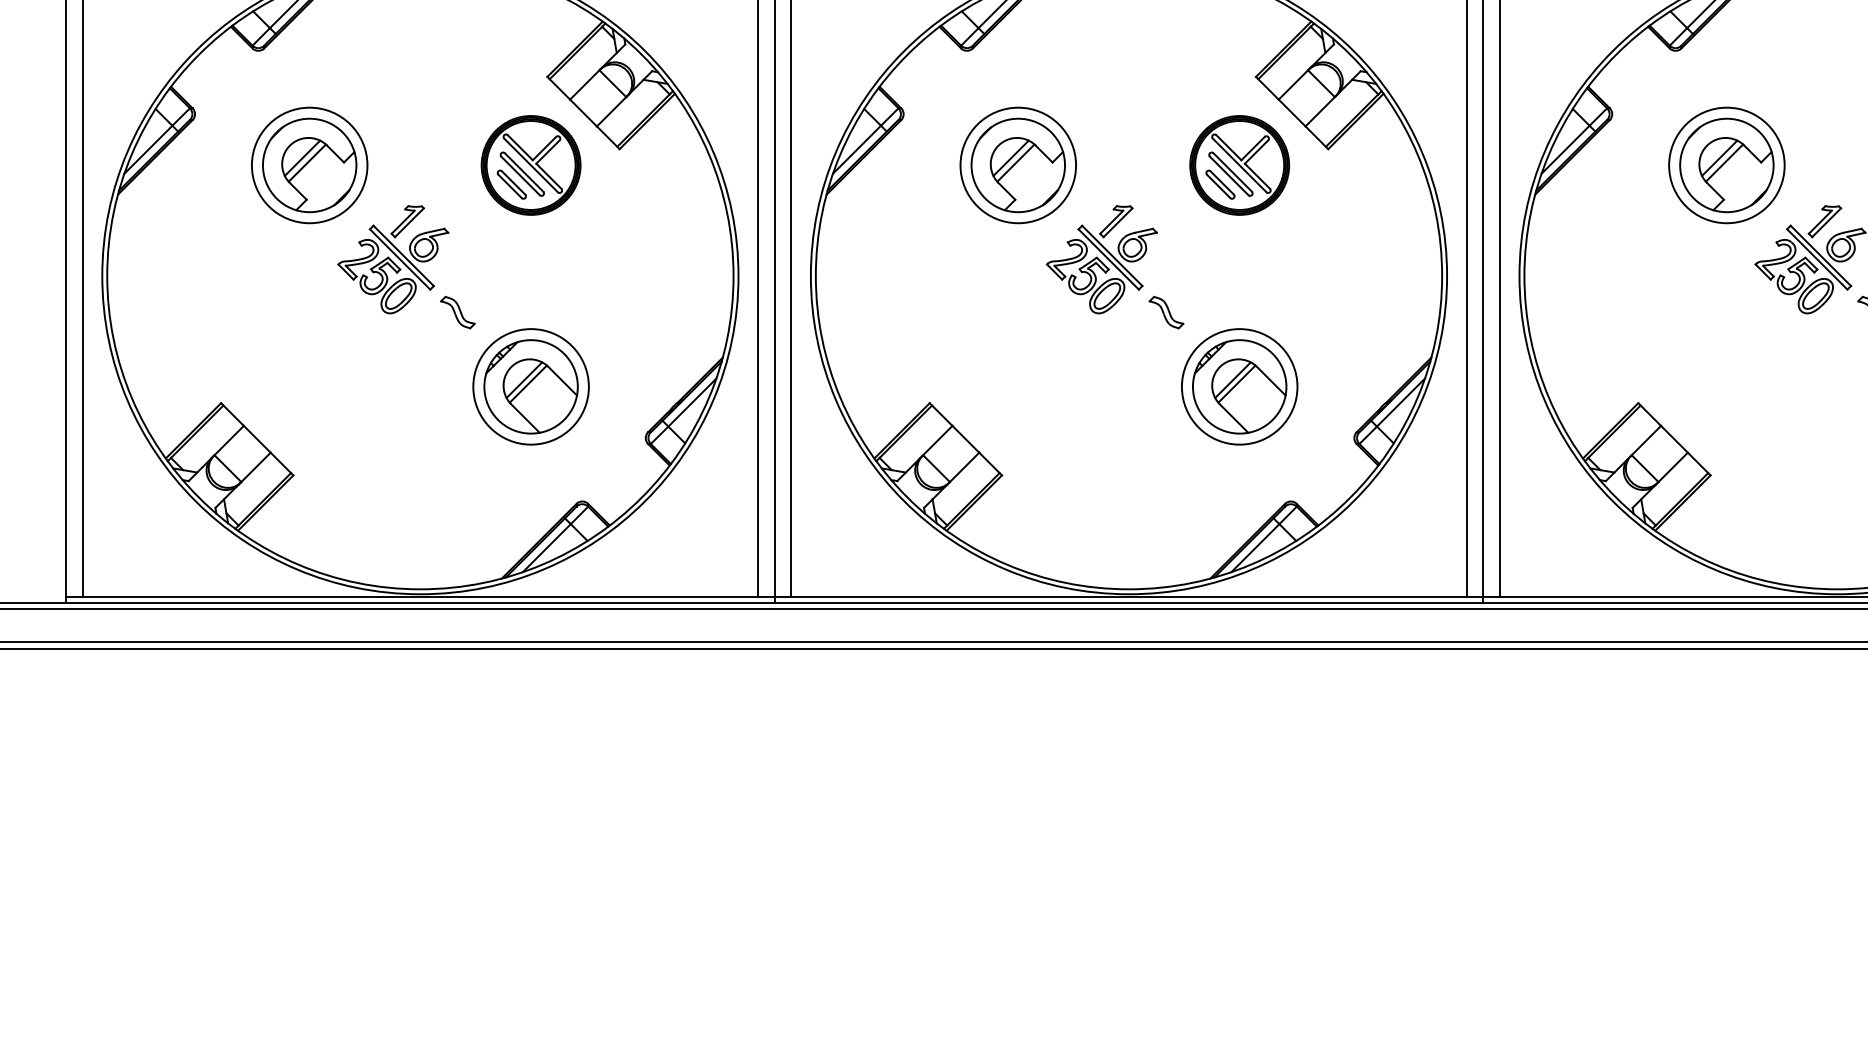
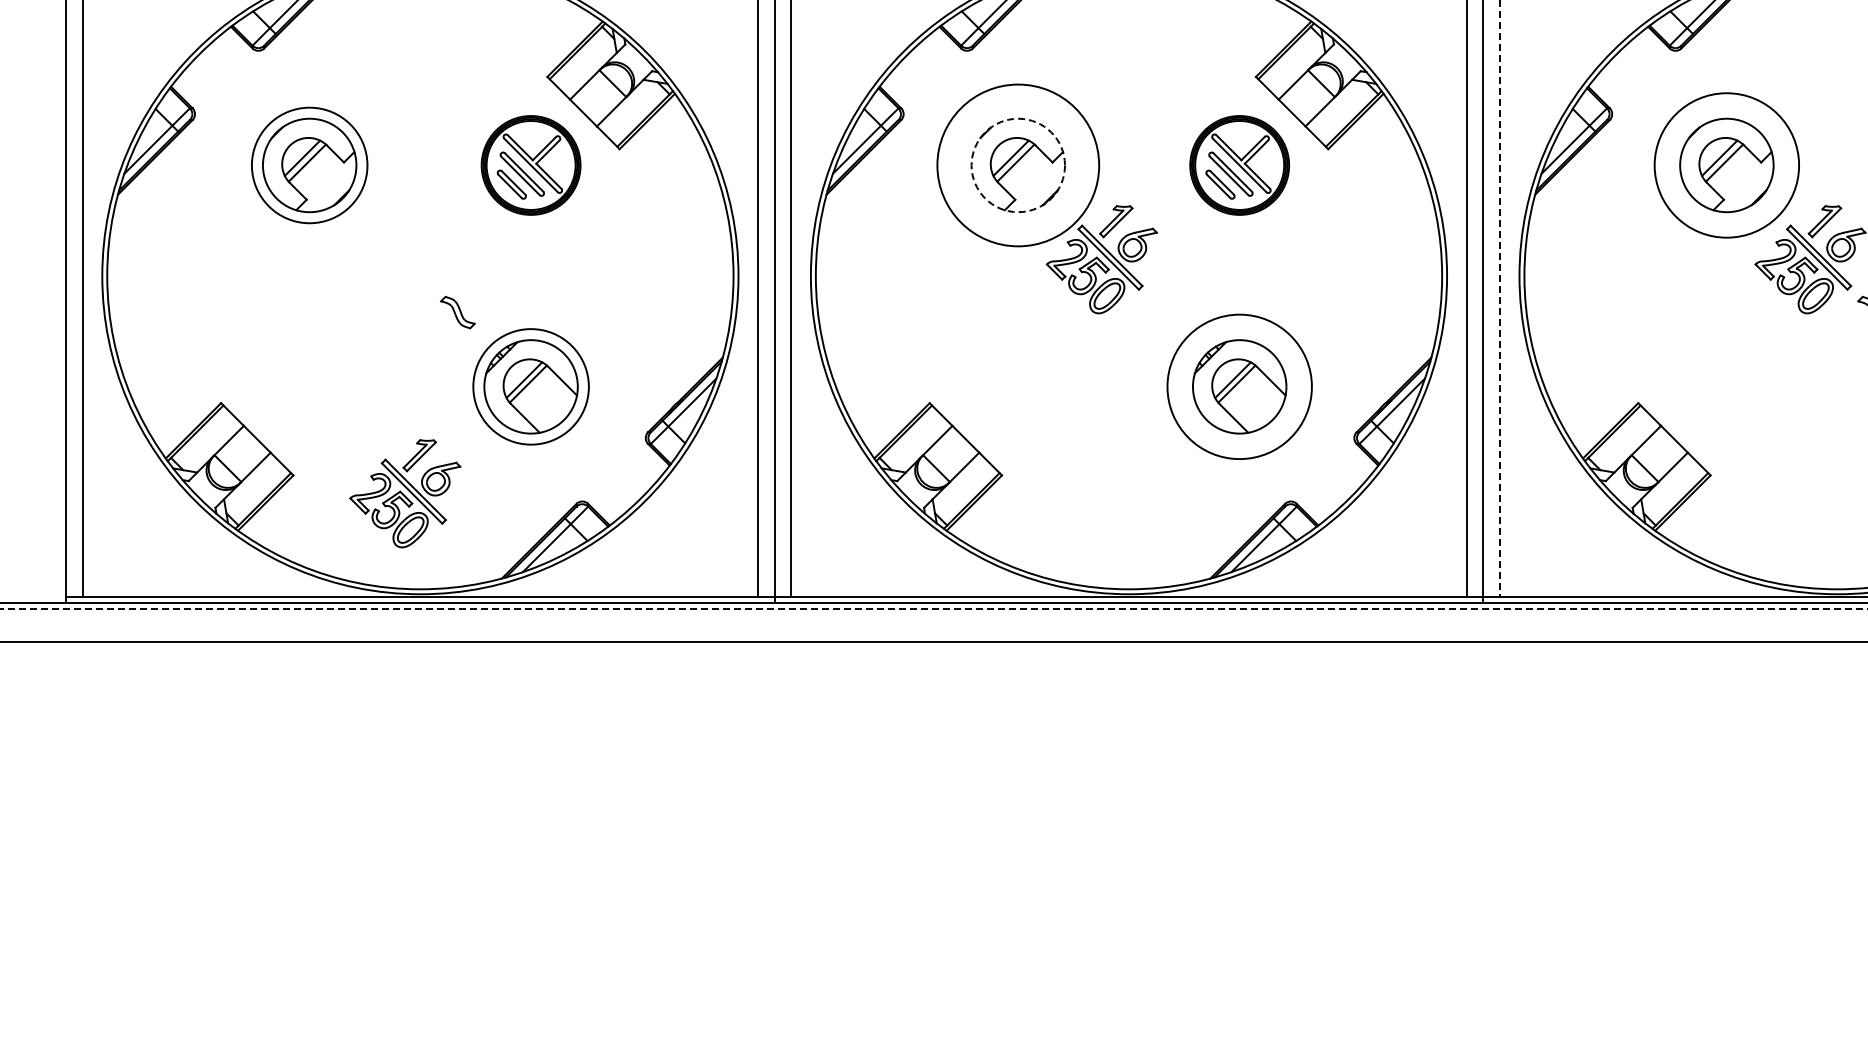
circle at (1018, 165) diameter: 116 px -> 162 px
circle at (1018, 165): solid -> dashed
circle at (1726, 165) diameter: 116 px -> 144 px
part at (393, 259) position: (393, 259) -> (405, 493)
line at (1499, 299): solid -> dashed
part at (1166, 312): present -> none
circle at (1239, 386) diameter: 116 px -> 144 px
line at (933, 609): solid -> dashed
line at (933, 649): present -> none
